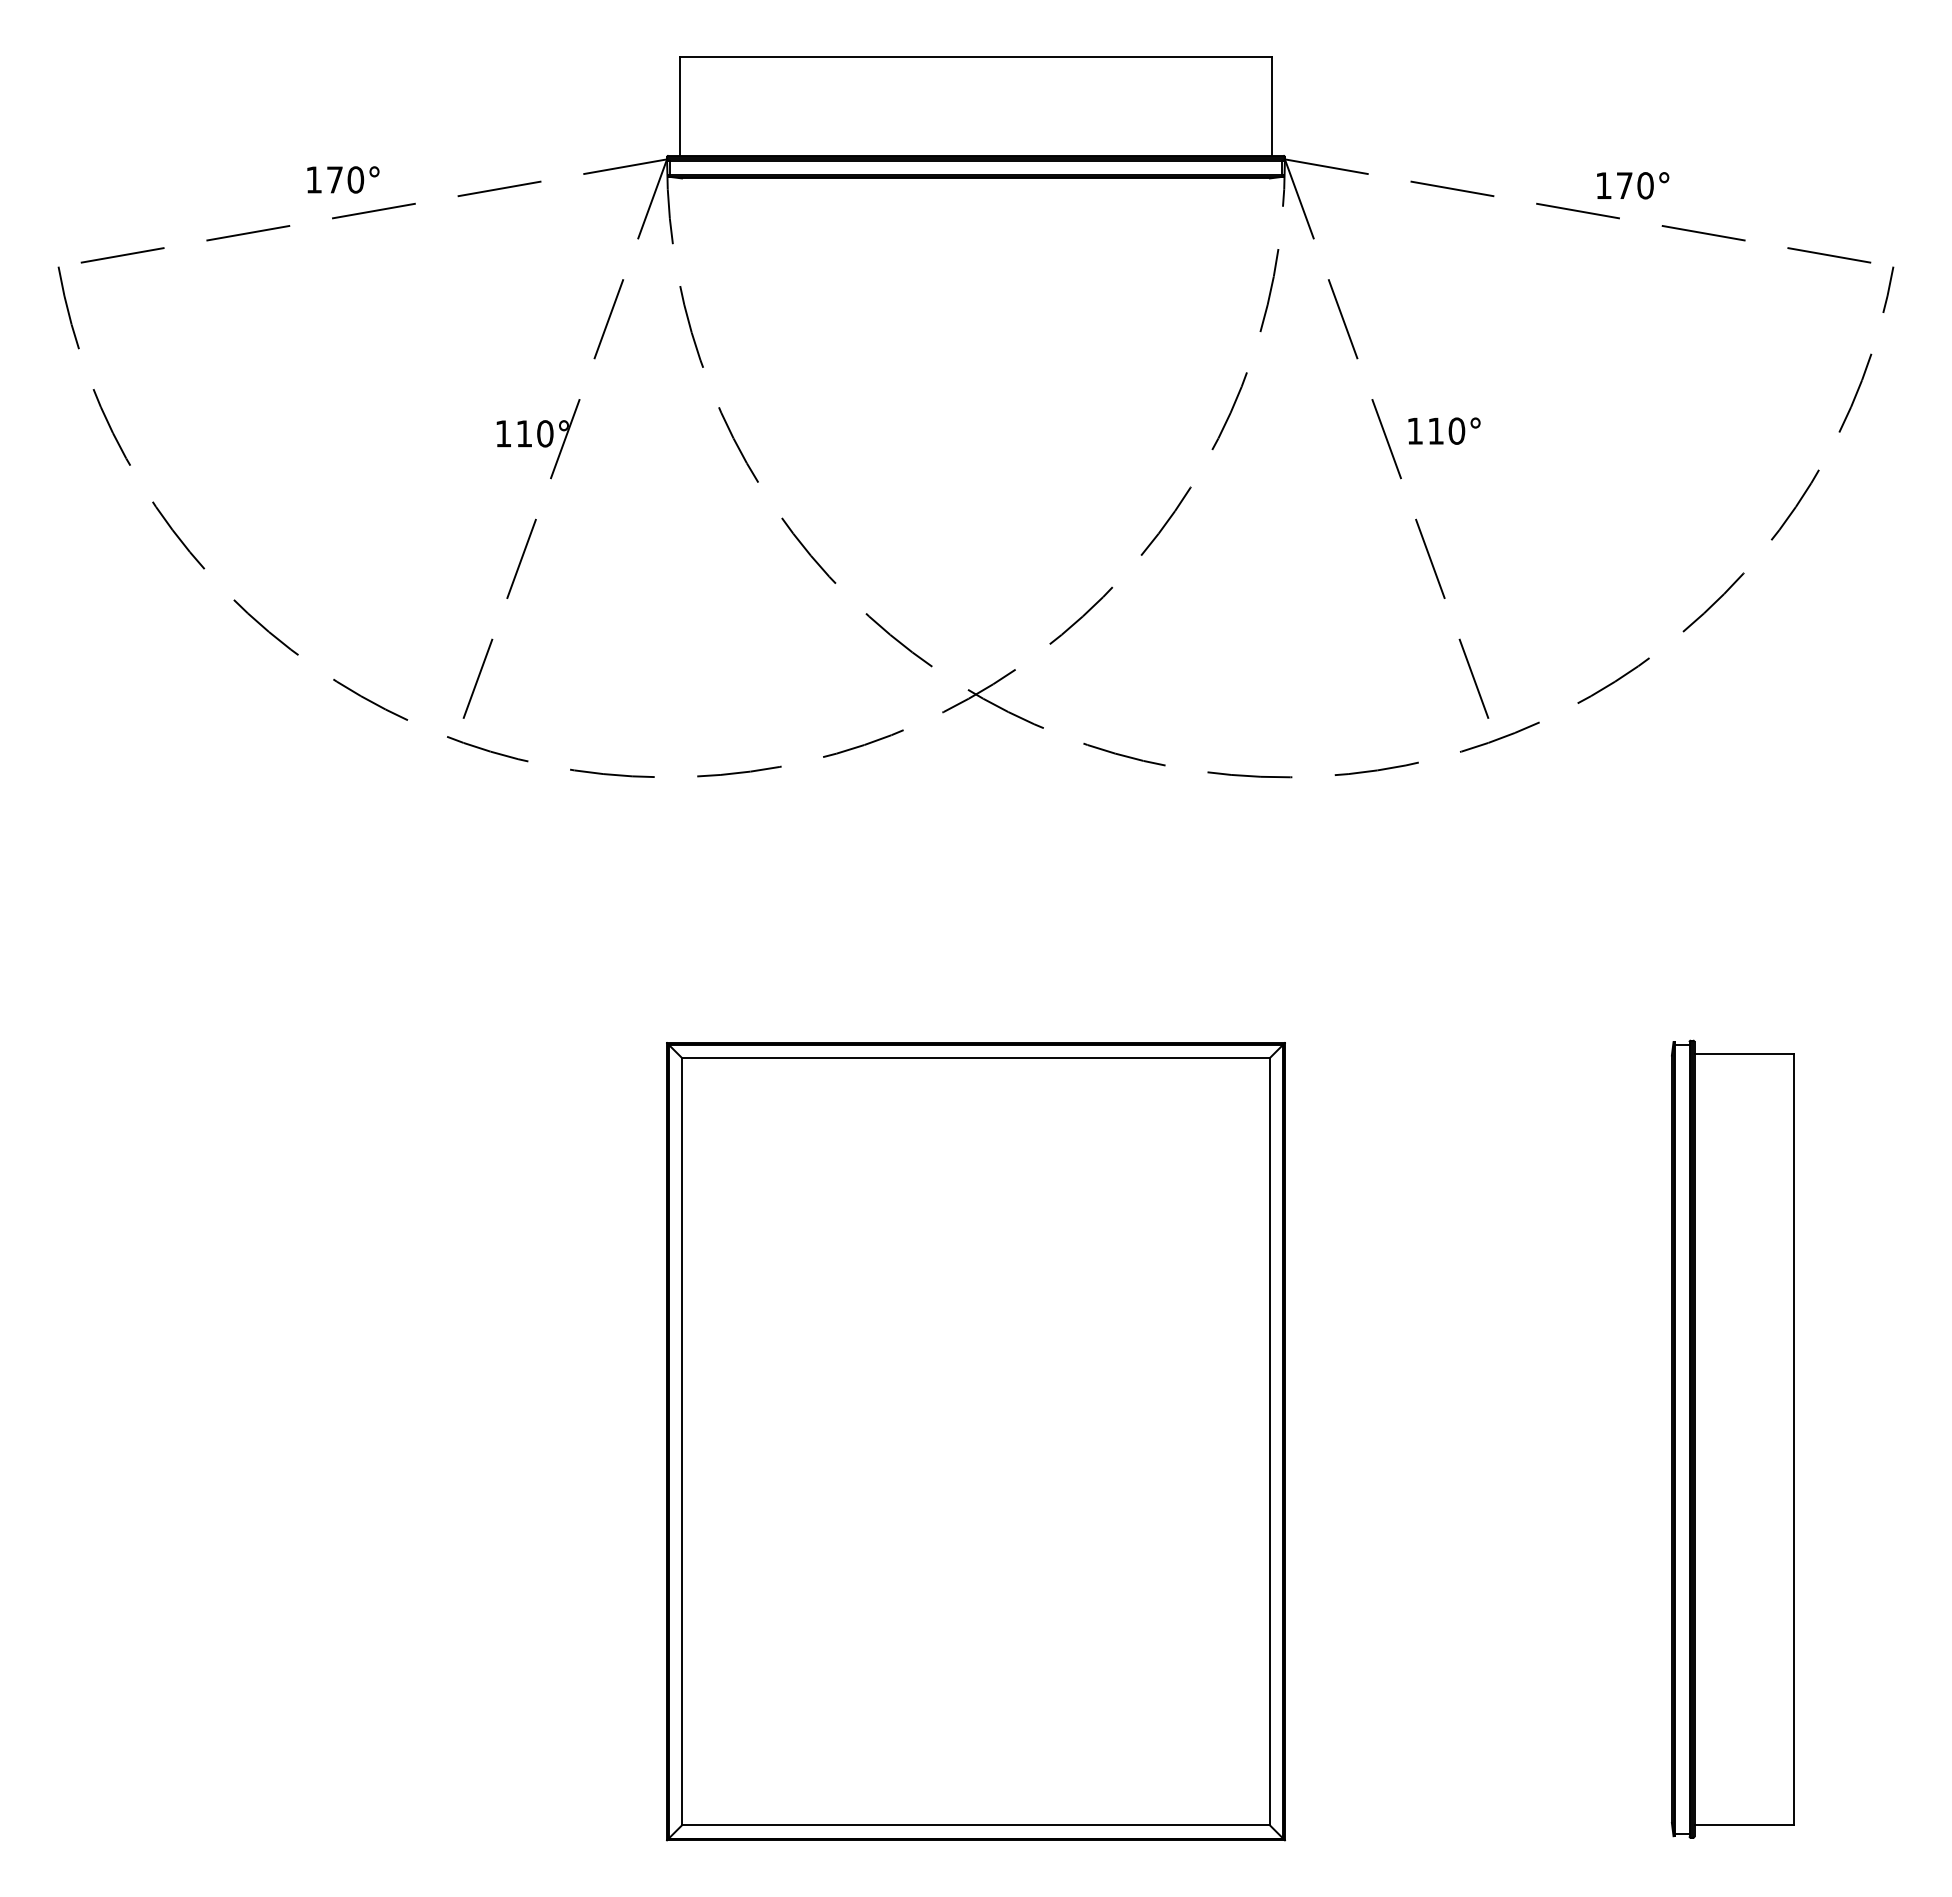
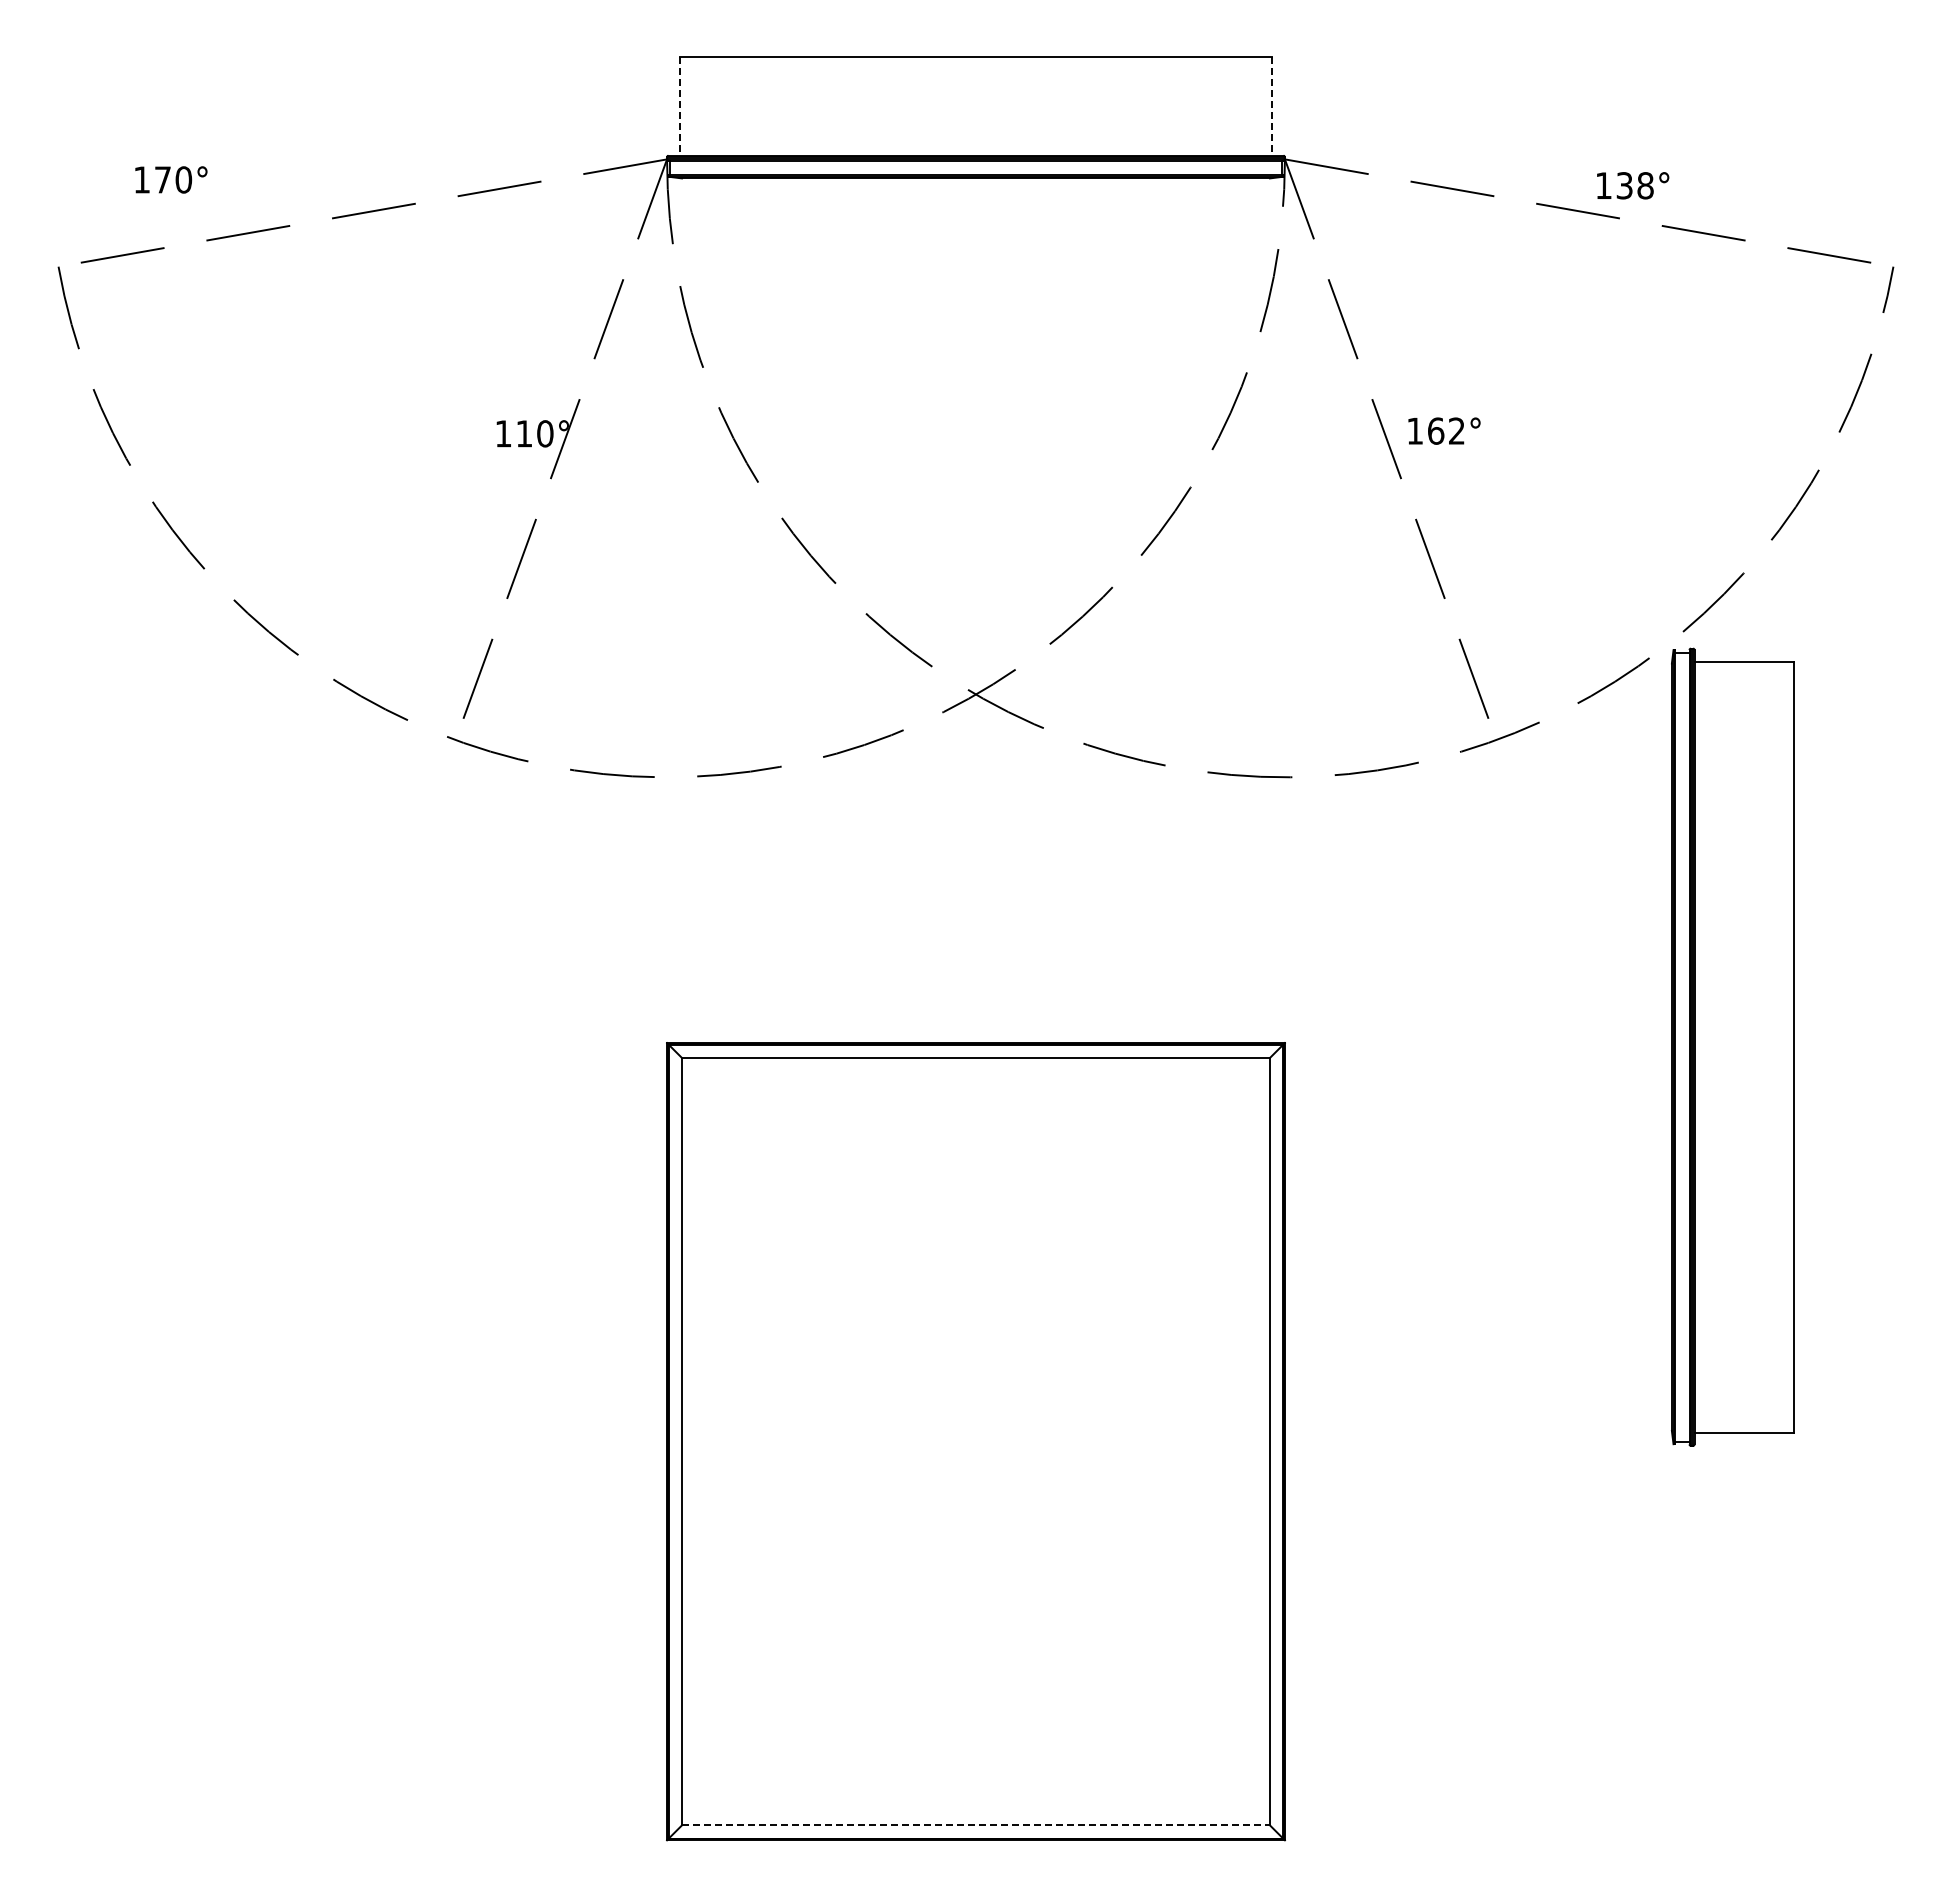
line at (680, 106): solid -> dashed
line at (1271, 106): solid -> dashed
text at (343, 179) position: (343, 179) -> (171, 179)
text at (1634, 185): 170° -> 138°
text at (1446, 430): 110° -> 162°
part at (1732, 1438) position: (1732, 1438) -> (1732, 1046)
line at (975, 1825): solid -> dashed
